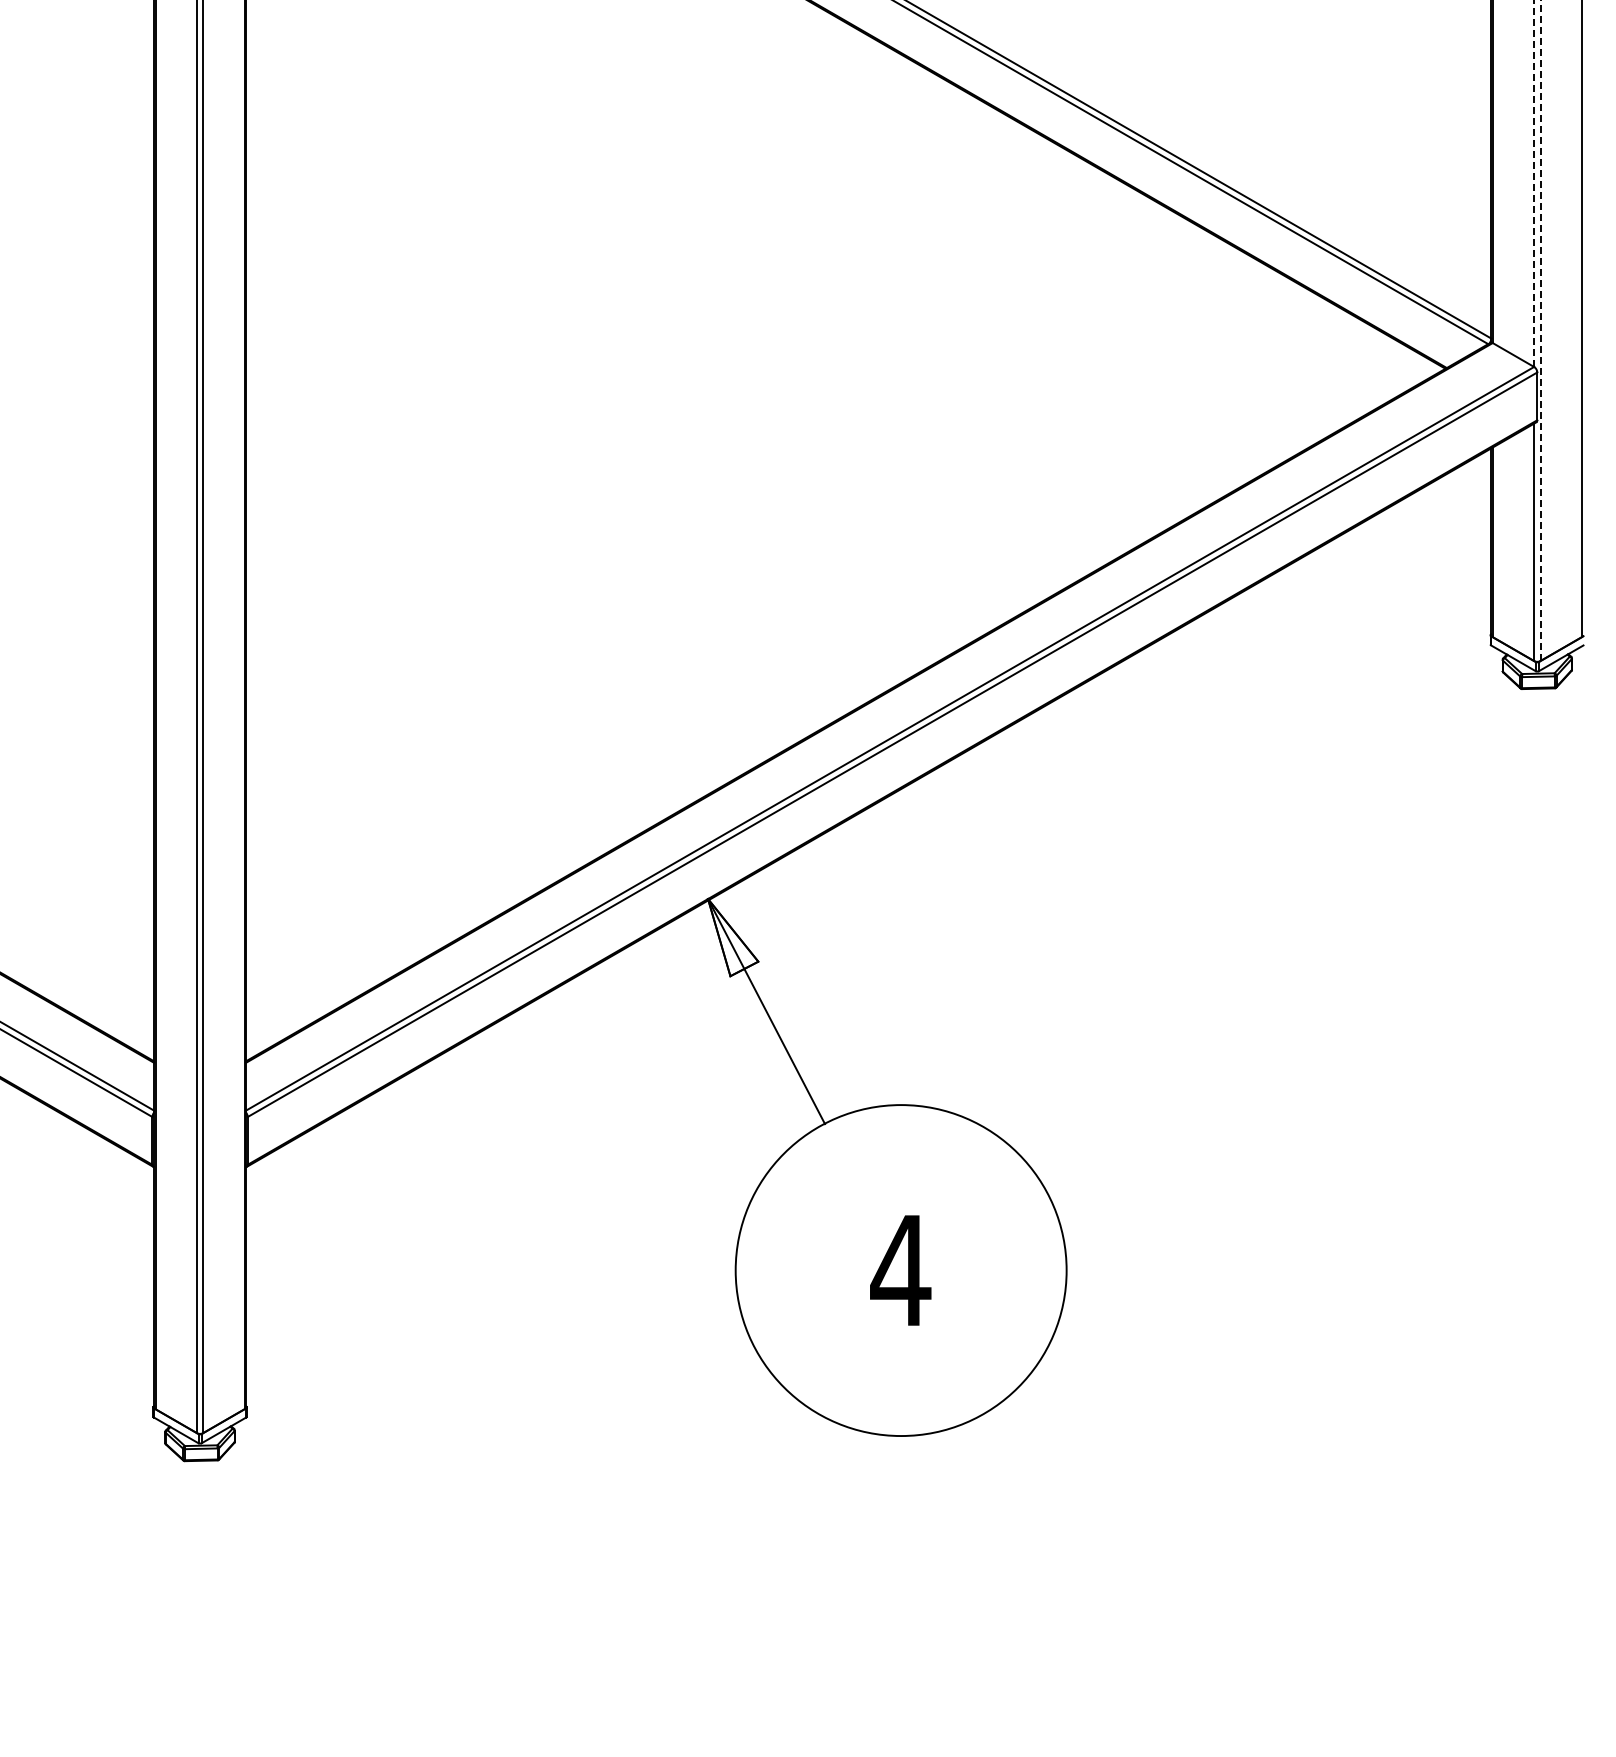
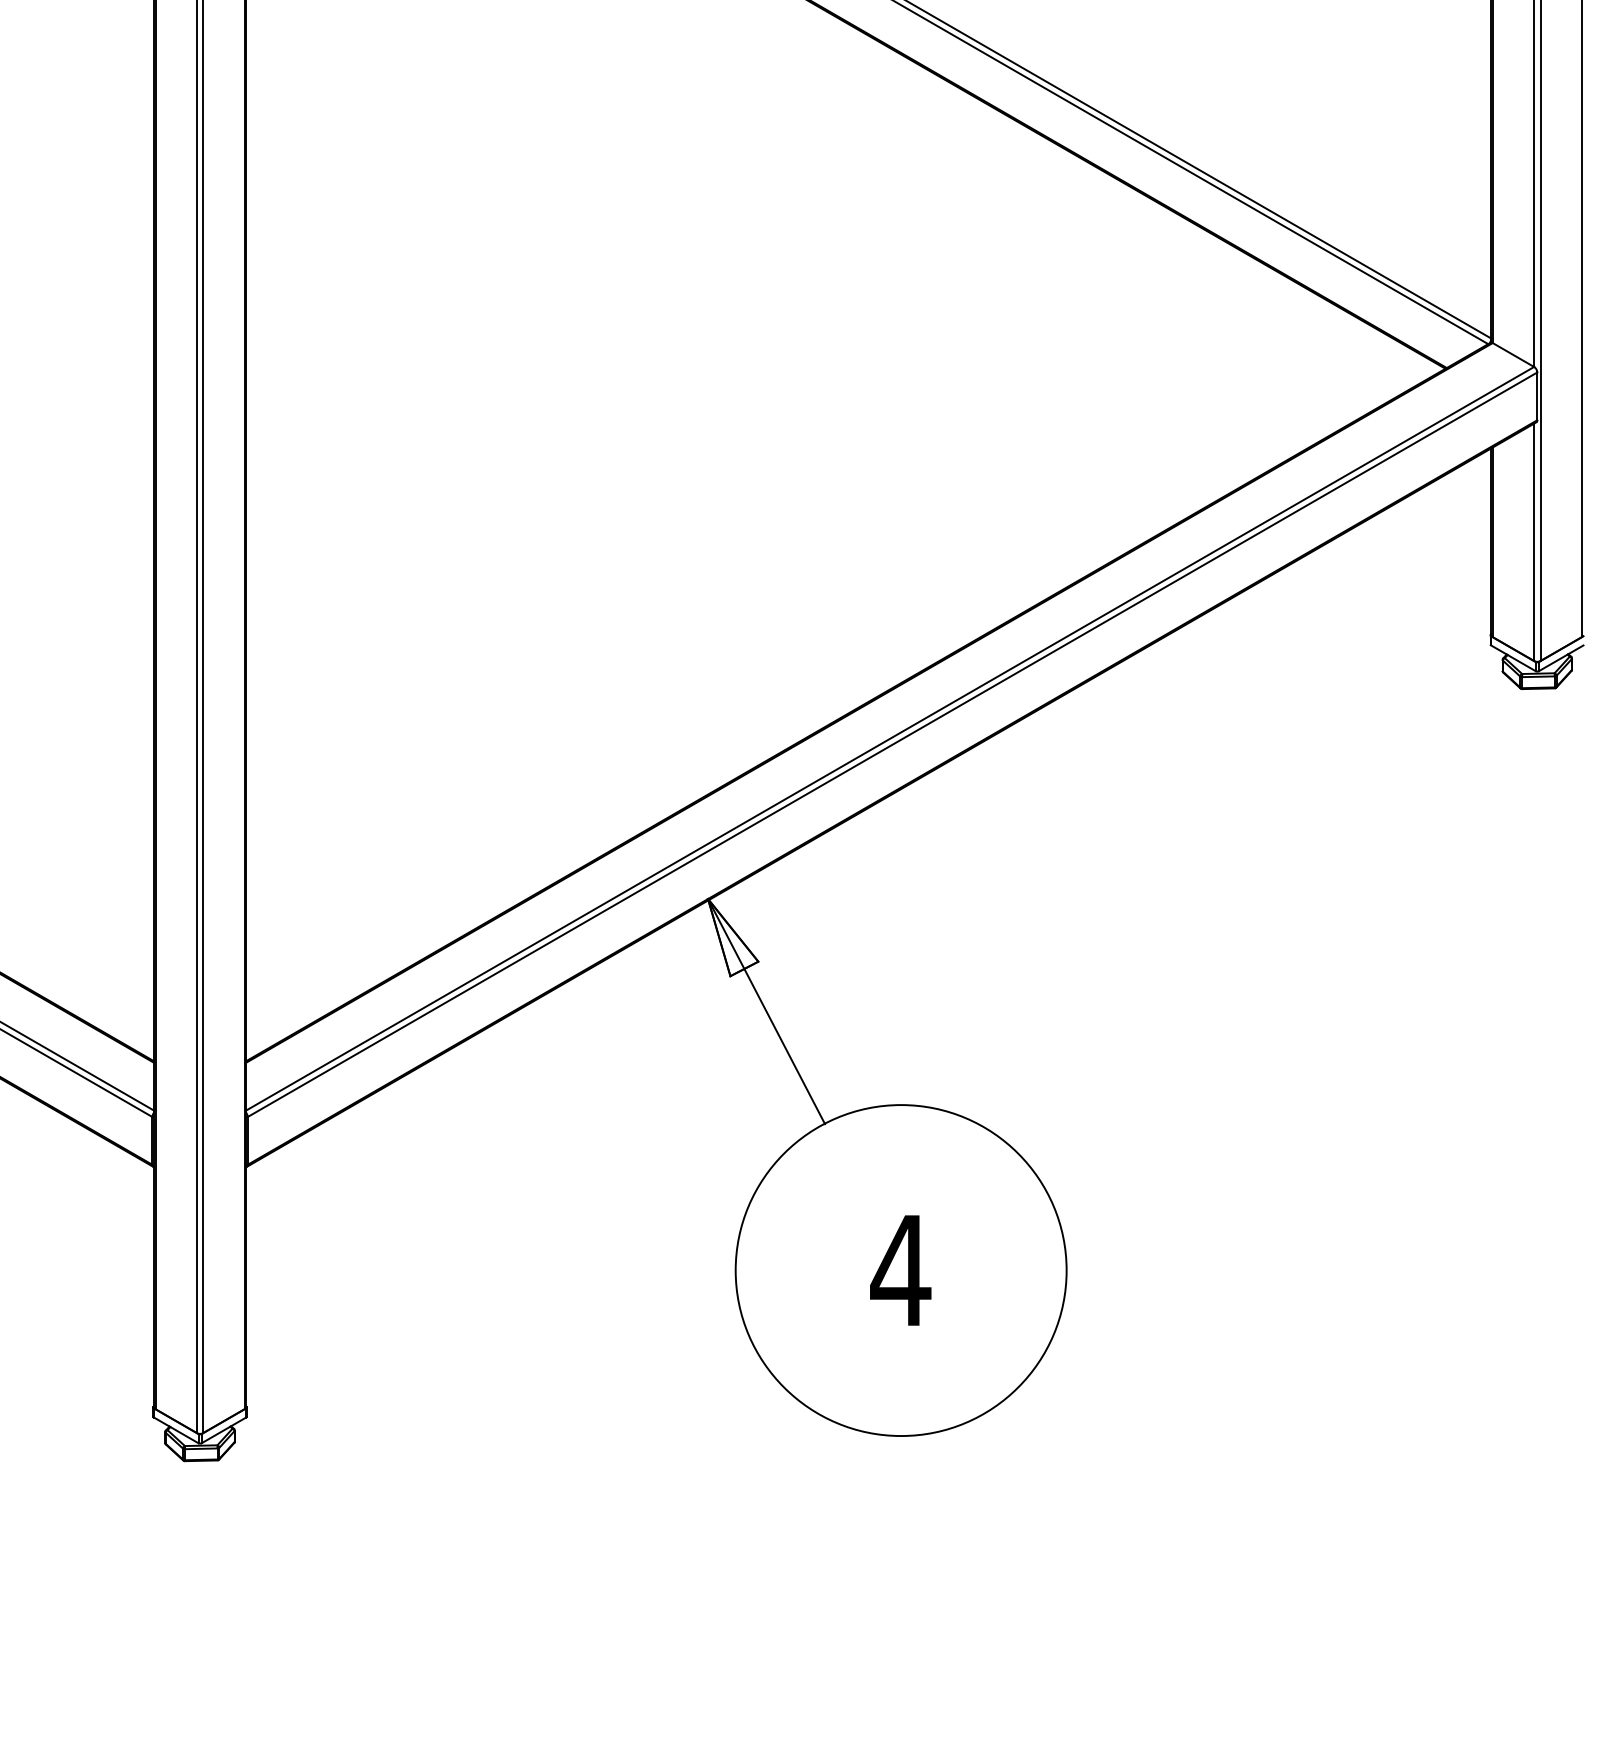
line at (1534, 183): dashed -> solid
line at (1540, 330): dashed -> solid
